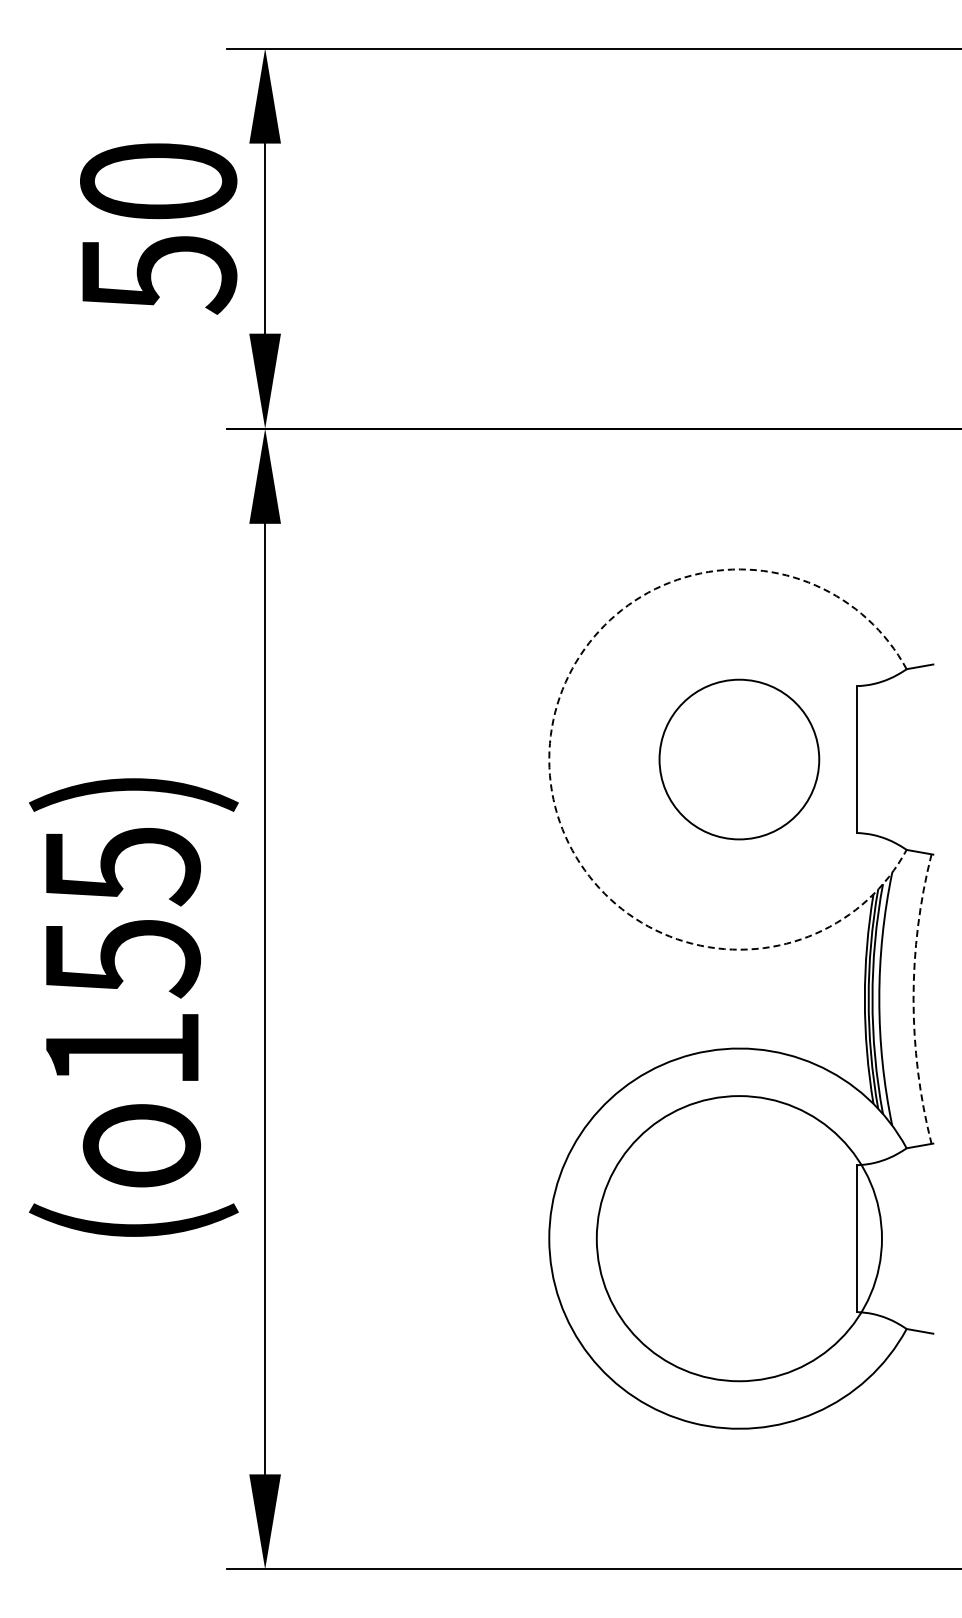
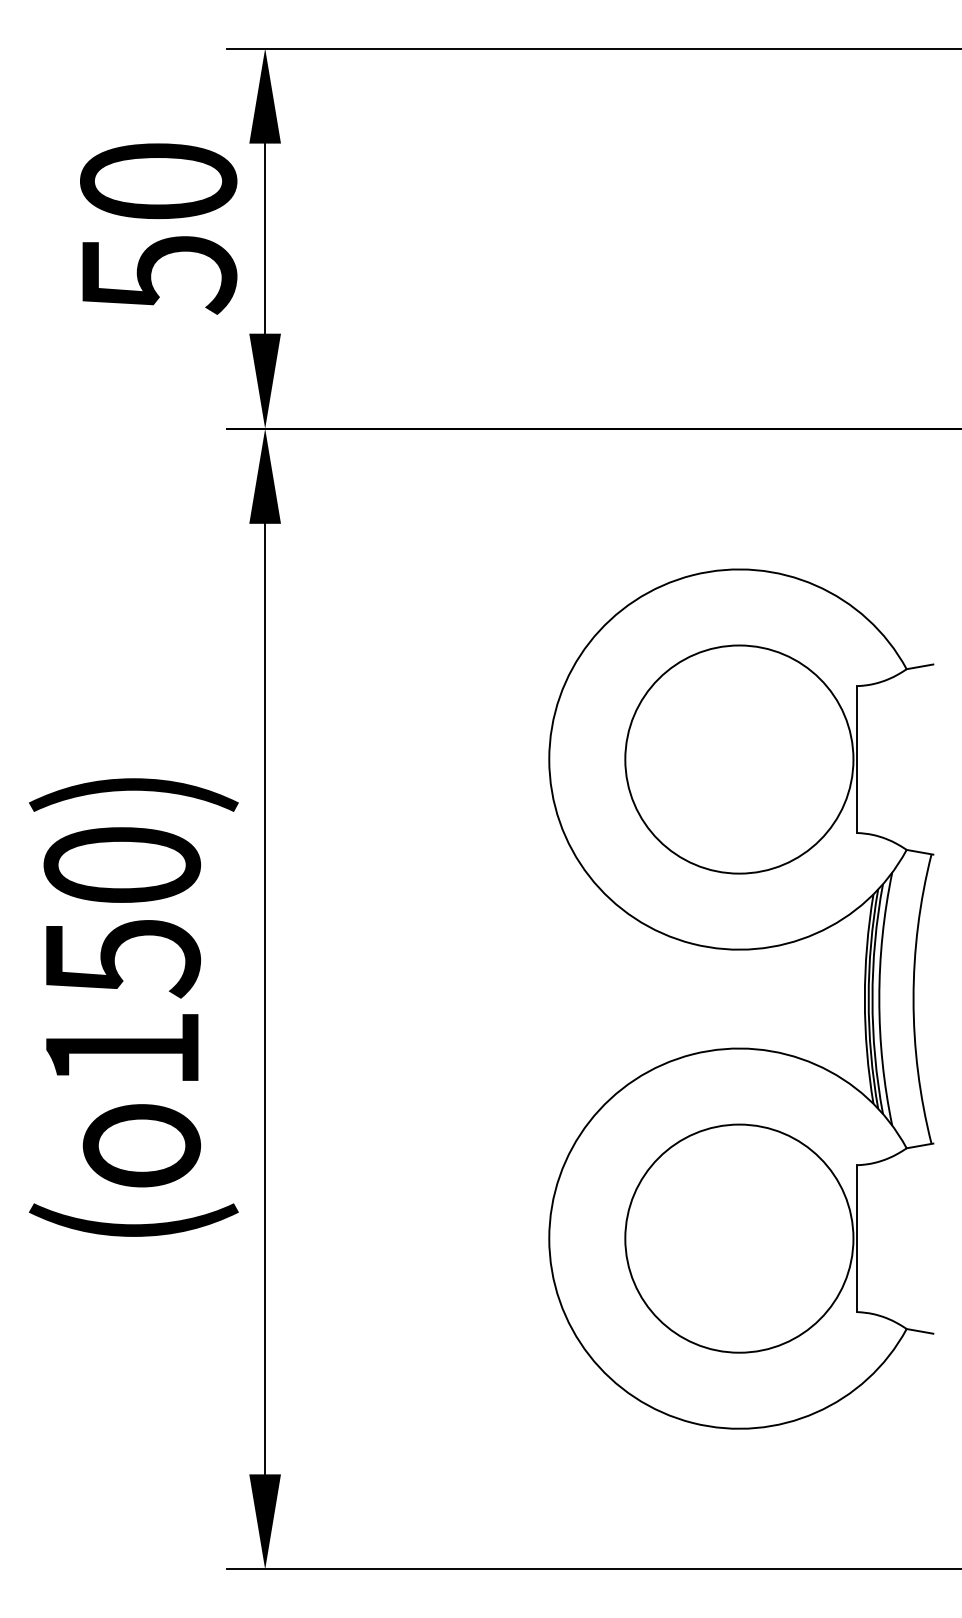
arc at (549, 759): dashed -> solid
circle at (739, 759) diameter: 160 px -> 228 px
text at (122, 866): (o155) -> (o150)
arc at (913, 999): dashed -> solid
circle at (738, 1238) diameter: 285 px -> 228 px
